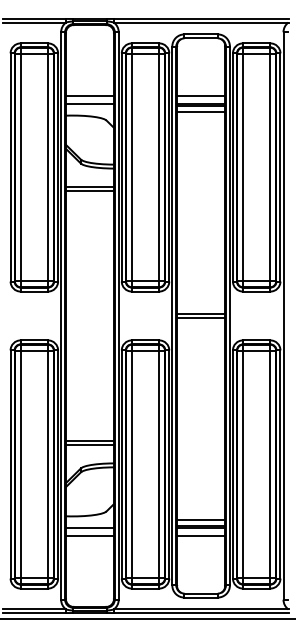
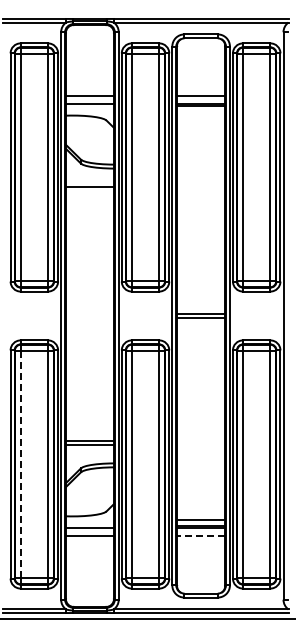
line at (201, 112): present -> none
line at (89, 191): present -> none
line at (20, 464): solid -> dashed
line at (200, 535): solid -> dashed
